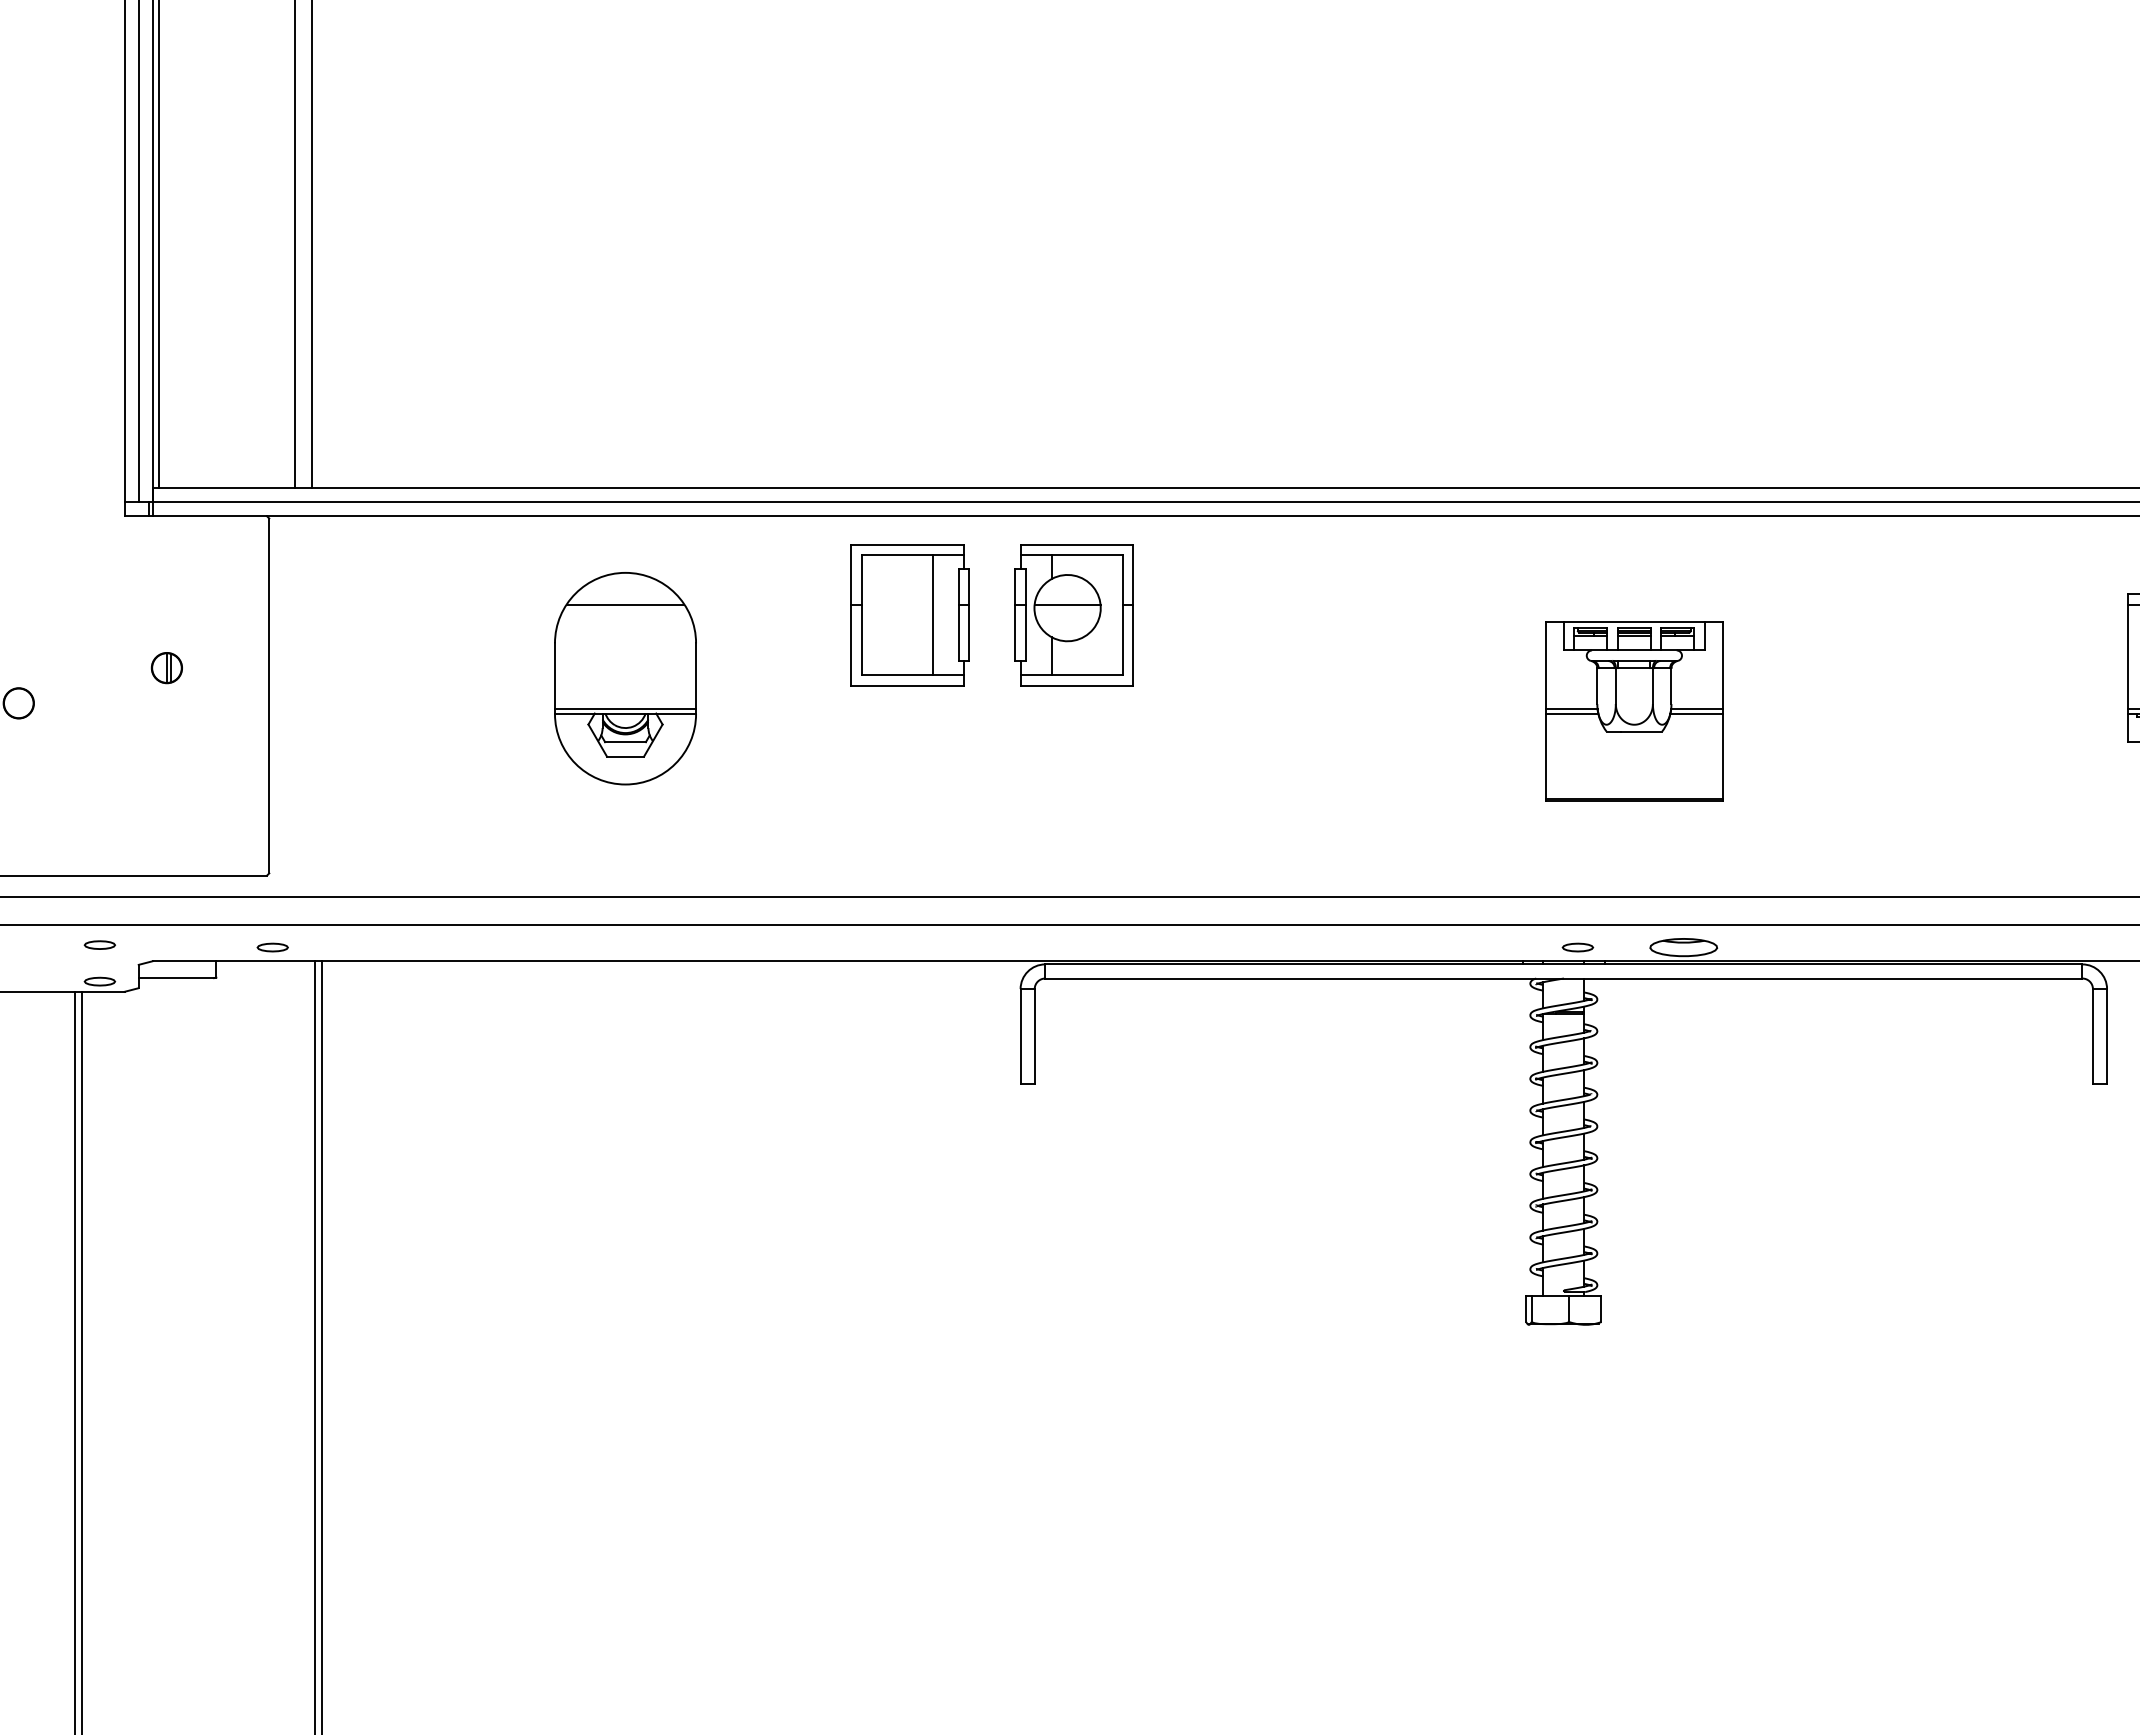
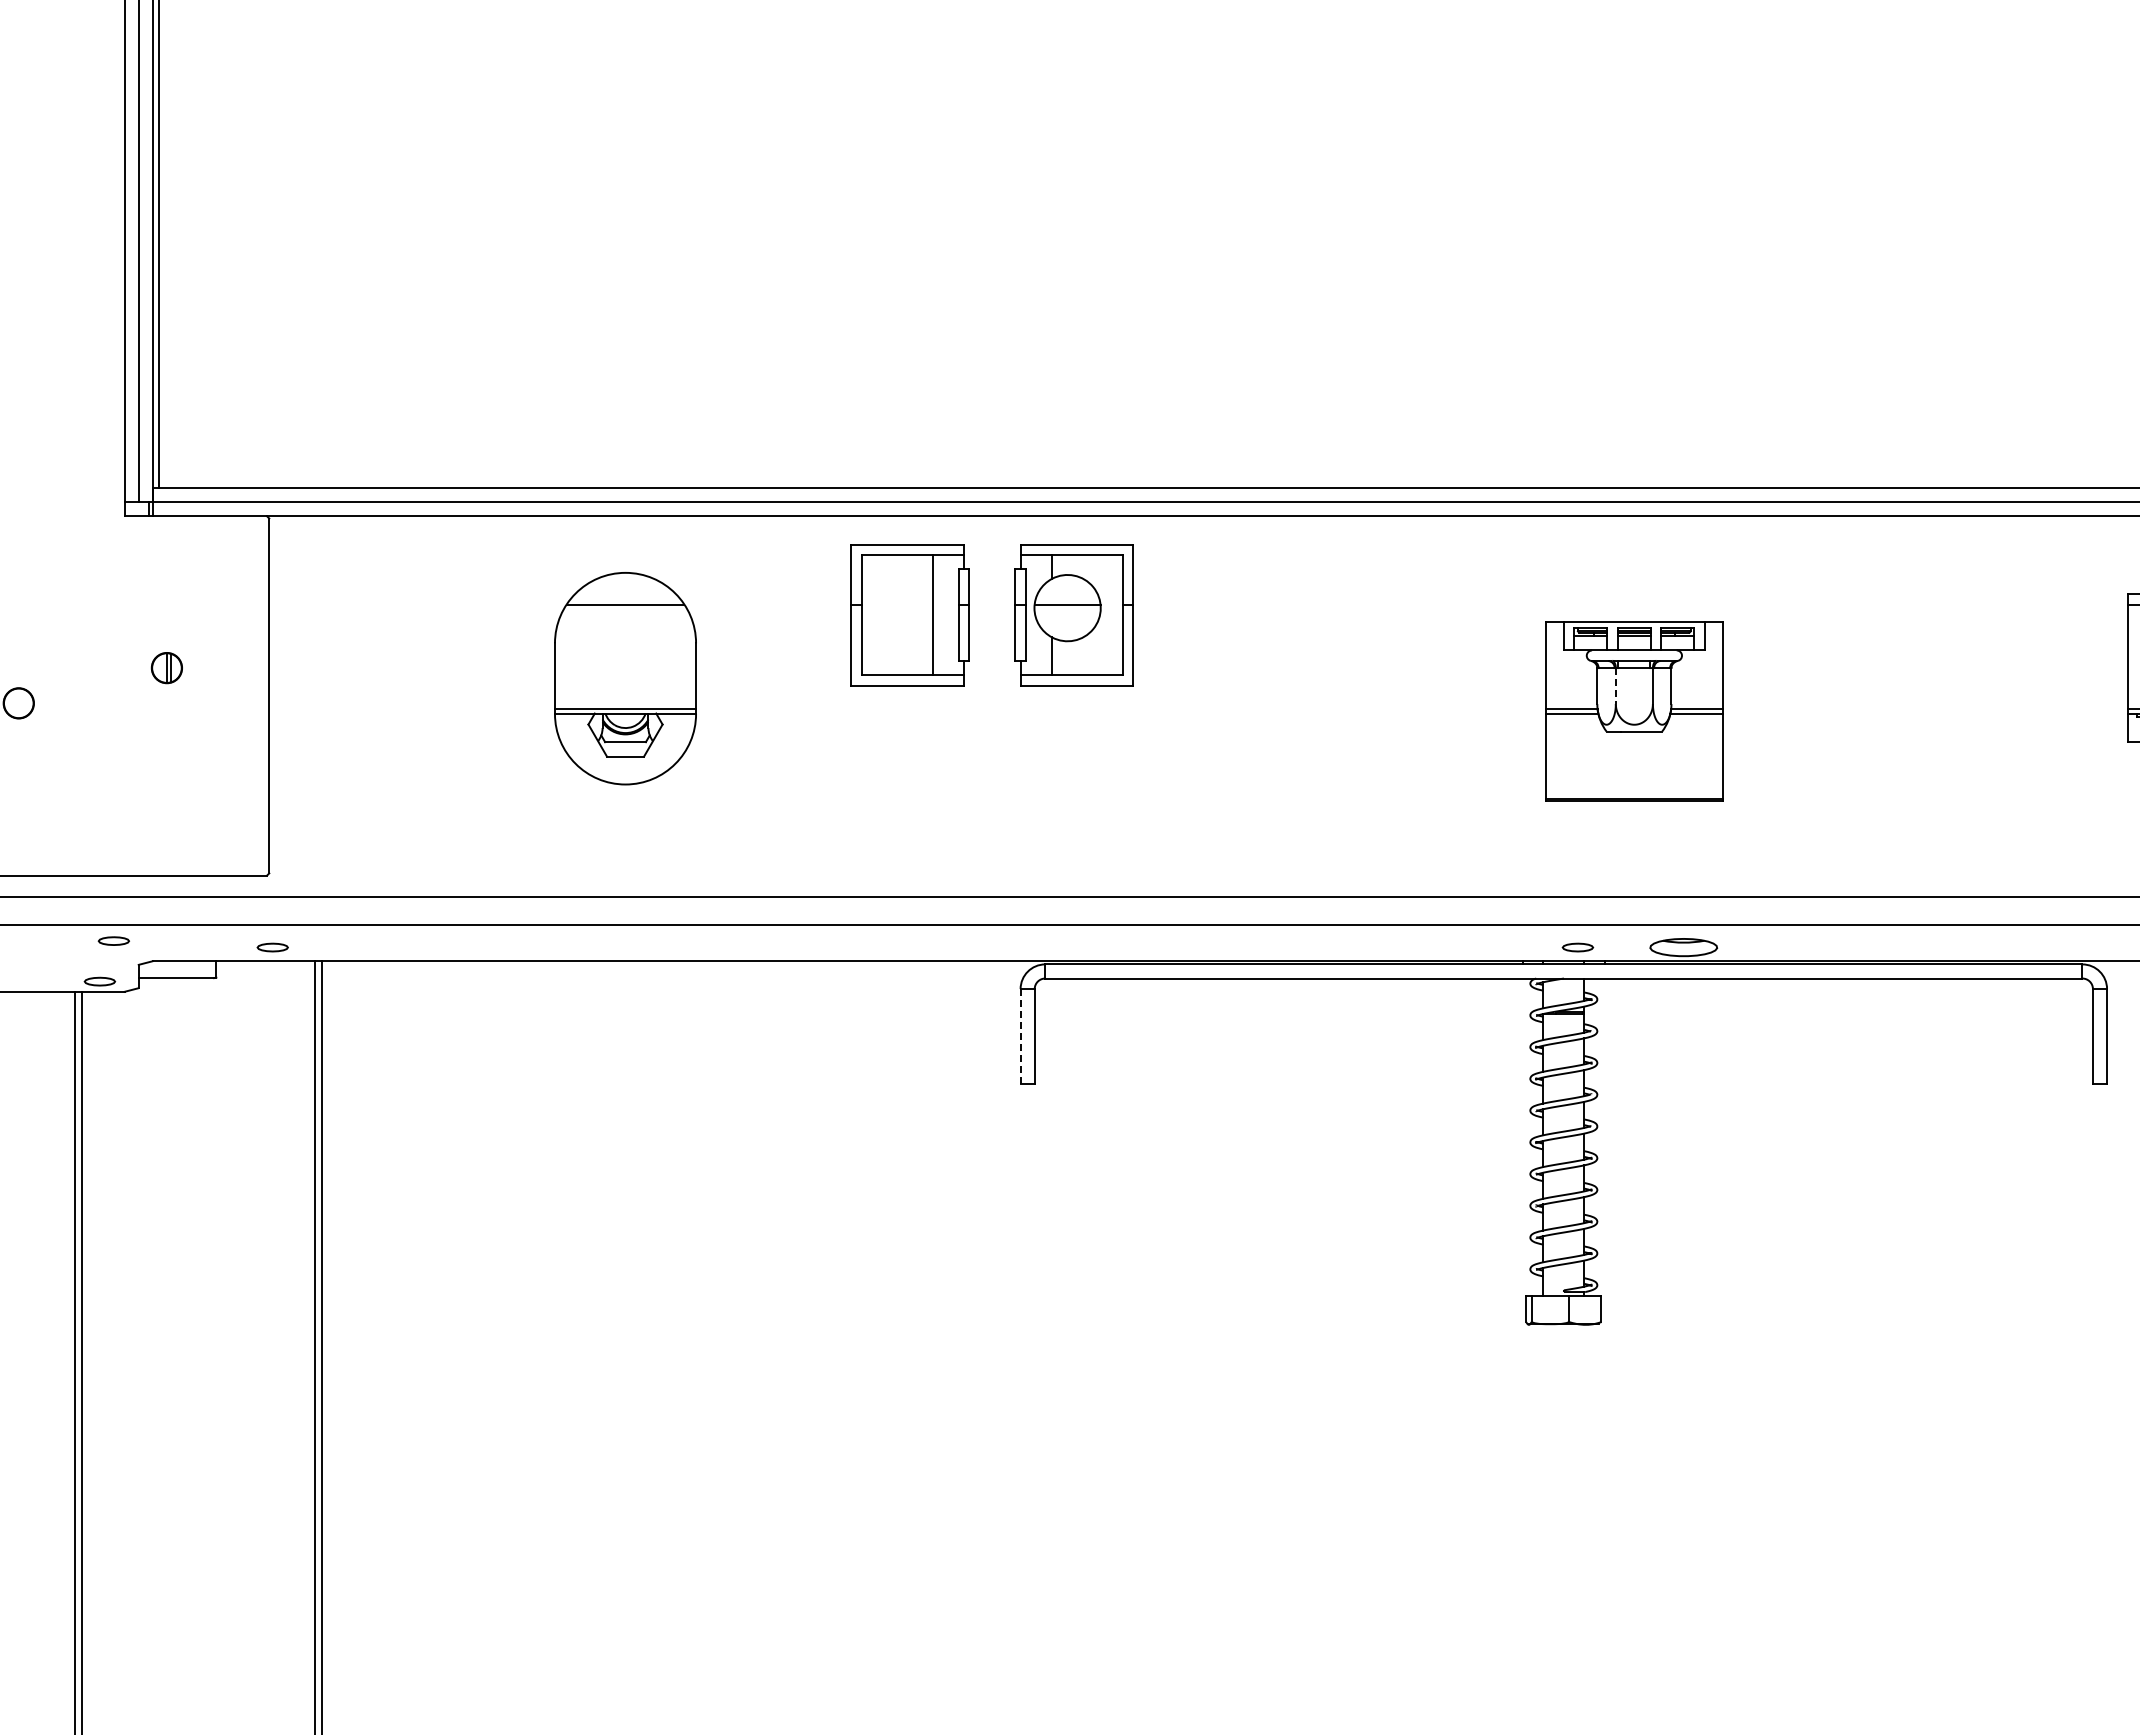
line at (295, 245): present -> none
line at (311, 245): present -> none
line at (1615, 686): solid -> dashed
part at (99, 944) position: (99, 944) -> (113, 940)
line at (1020, 1036): solid -> dashed
